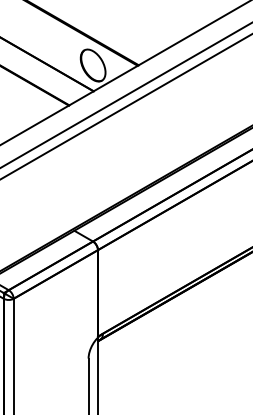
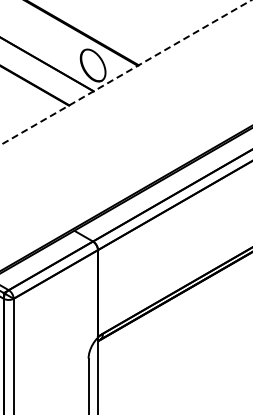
line at (125, 72): solid -> dashed
line at (125, 95): present -> none
line at (125, 106): present -> none
